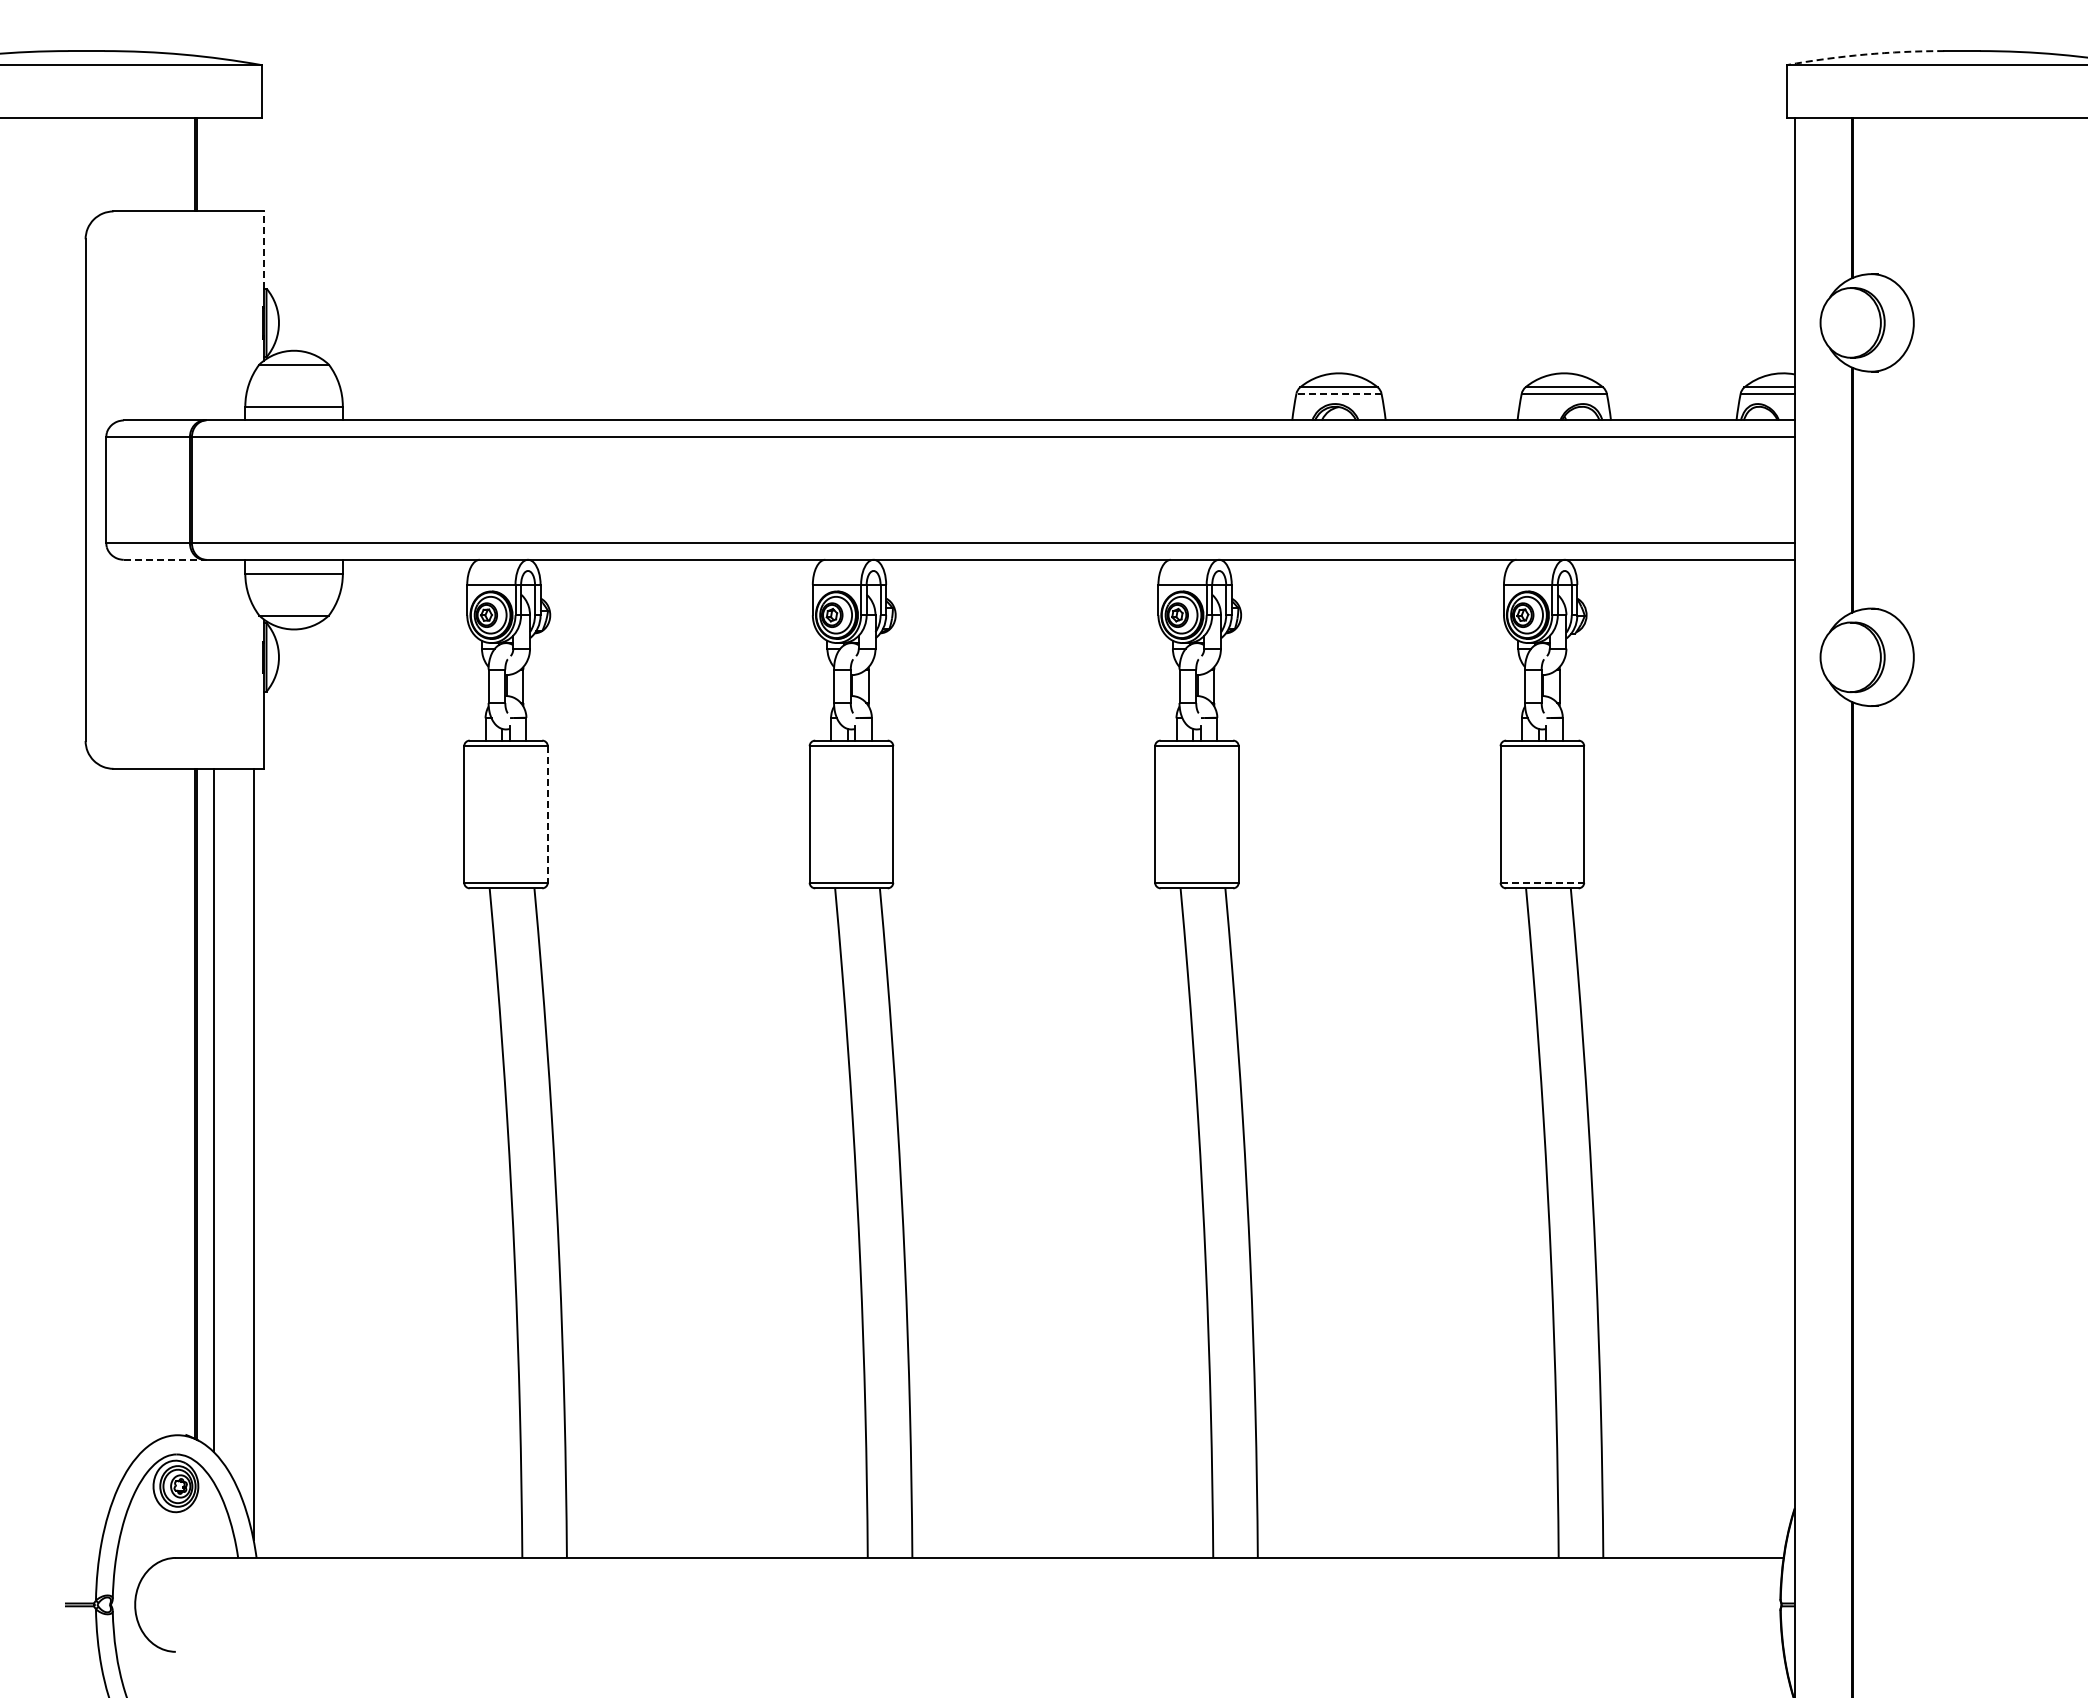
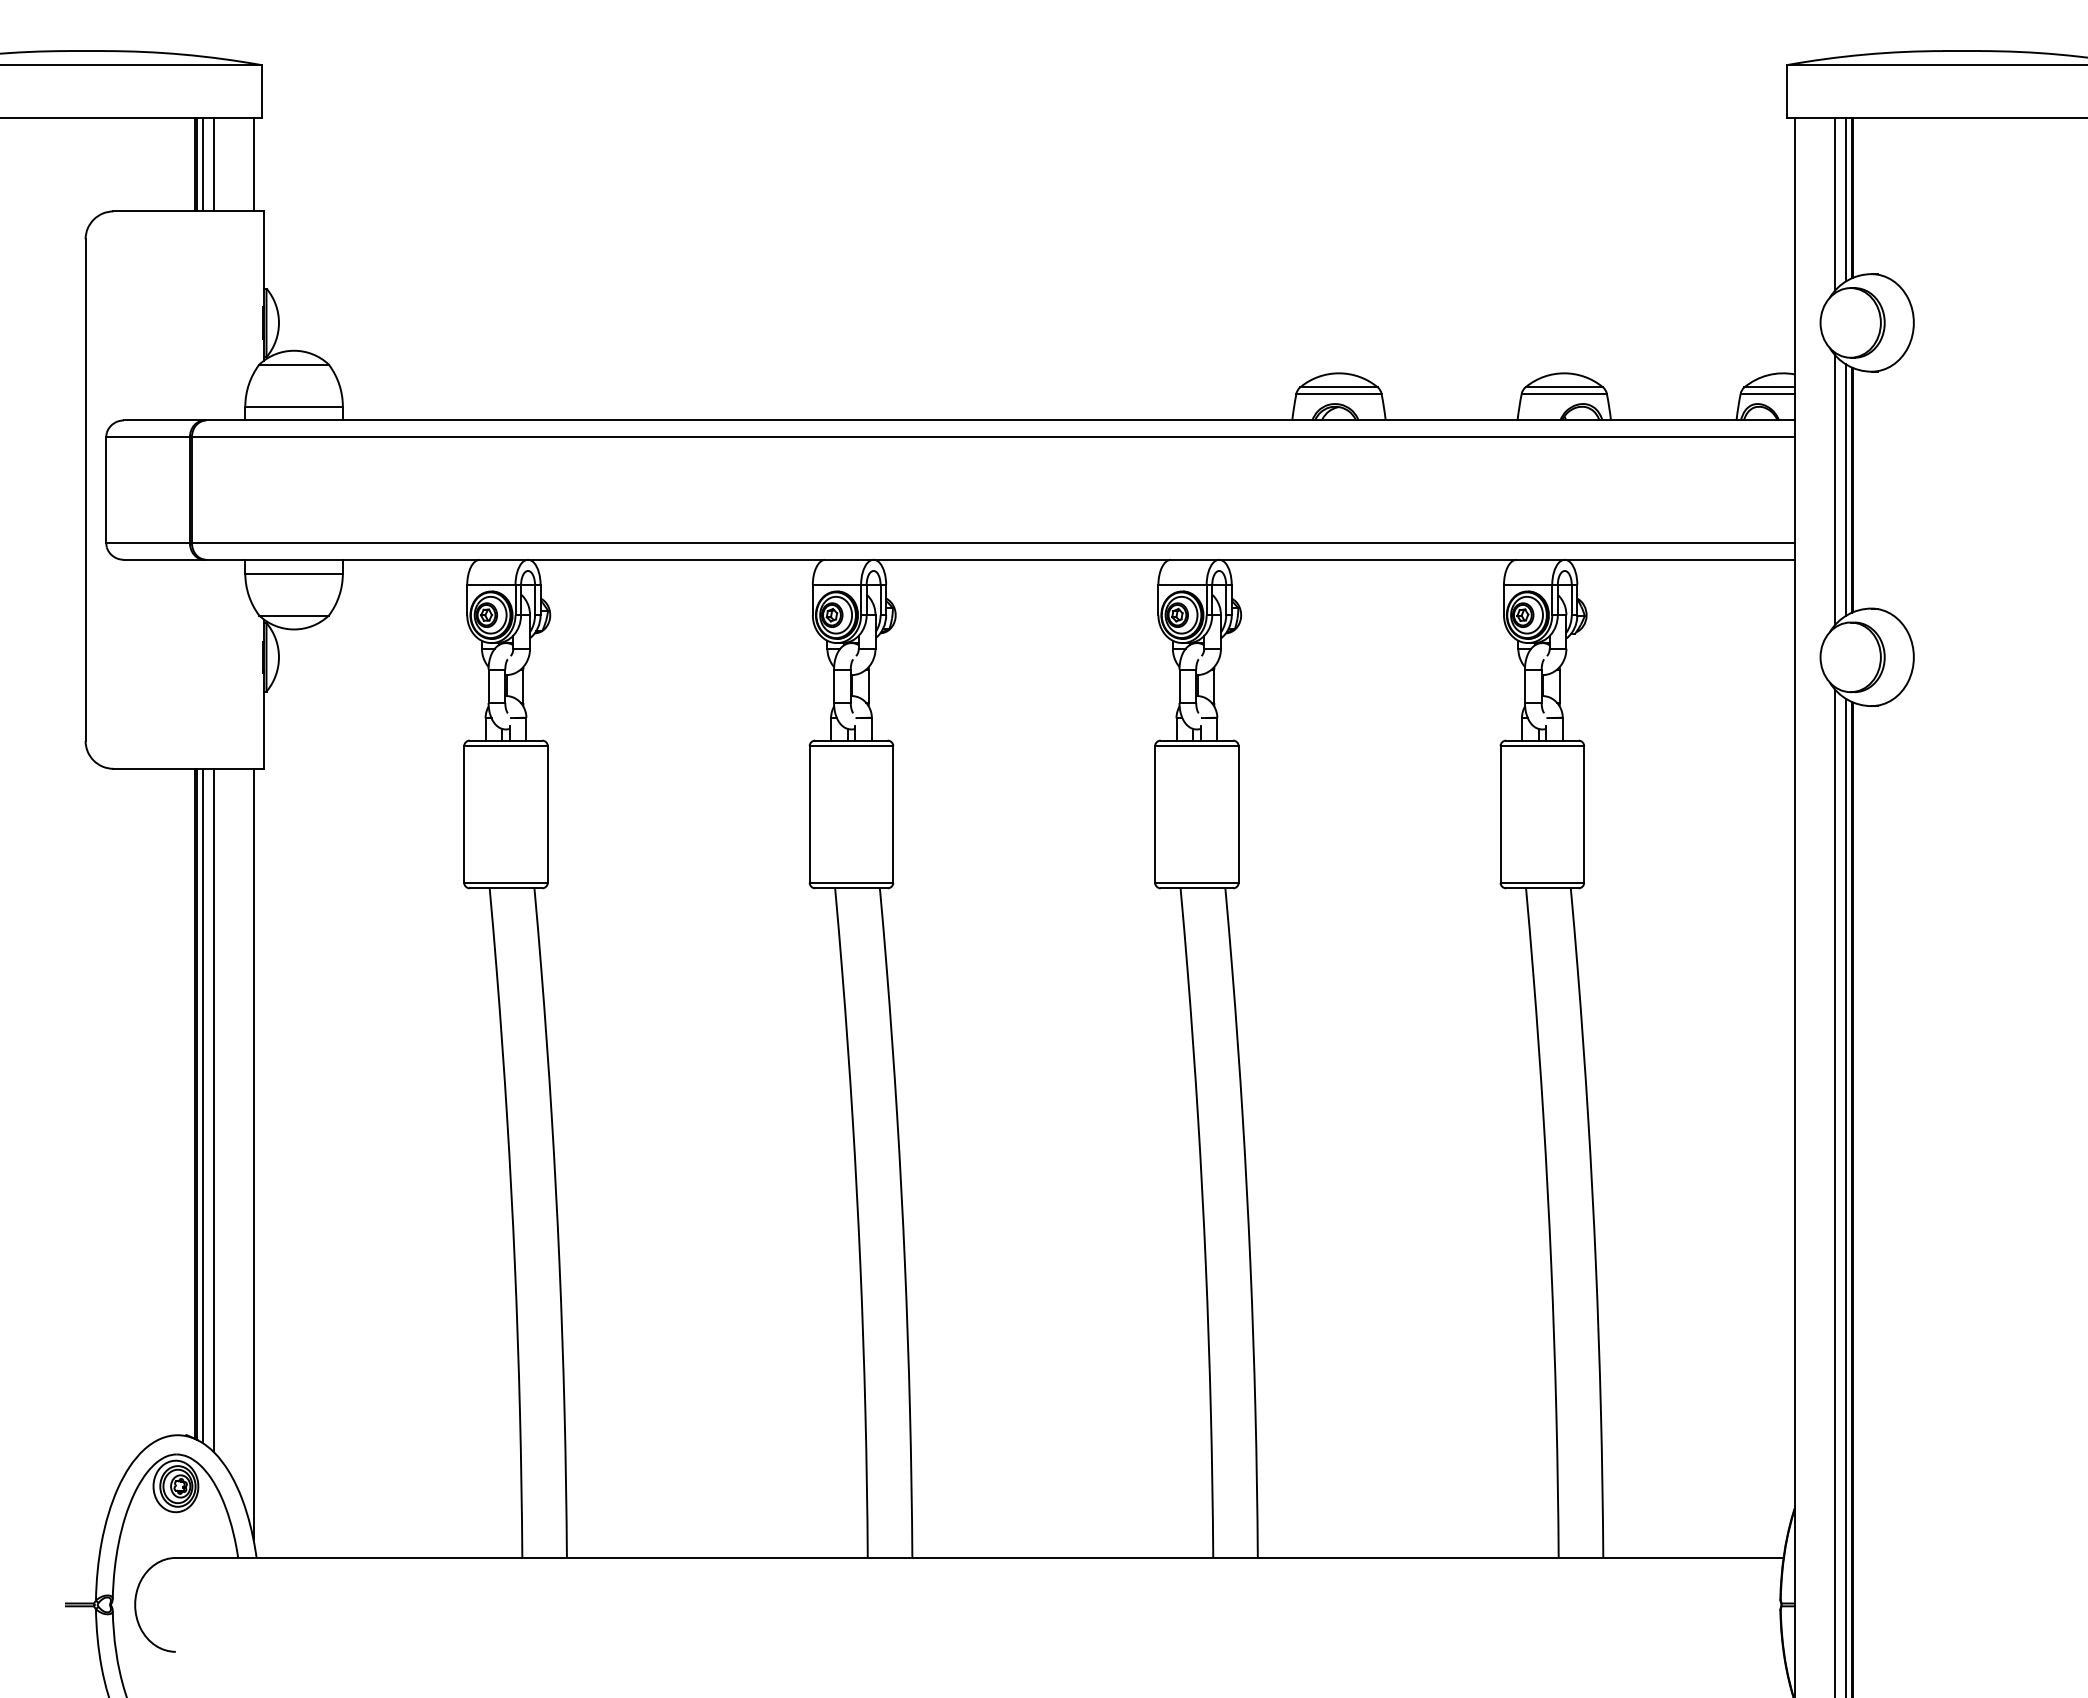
arc at (1865, 54): dashed -> solid
line at (202, 164): none -> present
line at (213, 164): none -> present
line at (253, 164): none -> present
line at (1845, 199): none -> present
line at (1835, 204): none -> present
line at (264, 250): dashed -> solid
line at (1339, 393): dashed -> solid
line at (1845, 489): none -> present
line at (1835, 490): none -> present
line at (164, 559): dashed -> solid
line at (547, 814): dashed -> solid
line at (1542, 882): dashed -> solid
line at (202, 1105): none -> present
line at (1835, 1191): none -> present
line at (1845, 1196): none -> present
